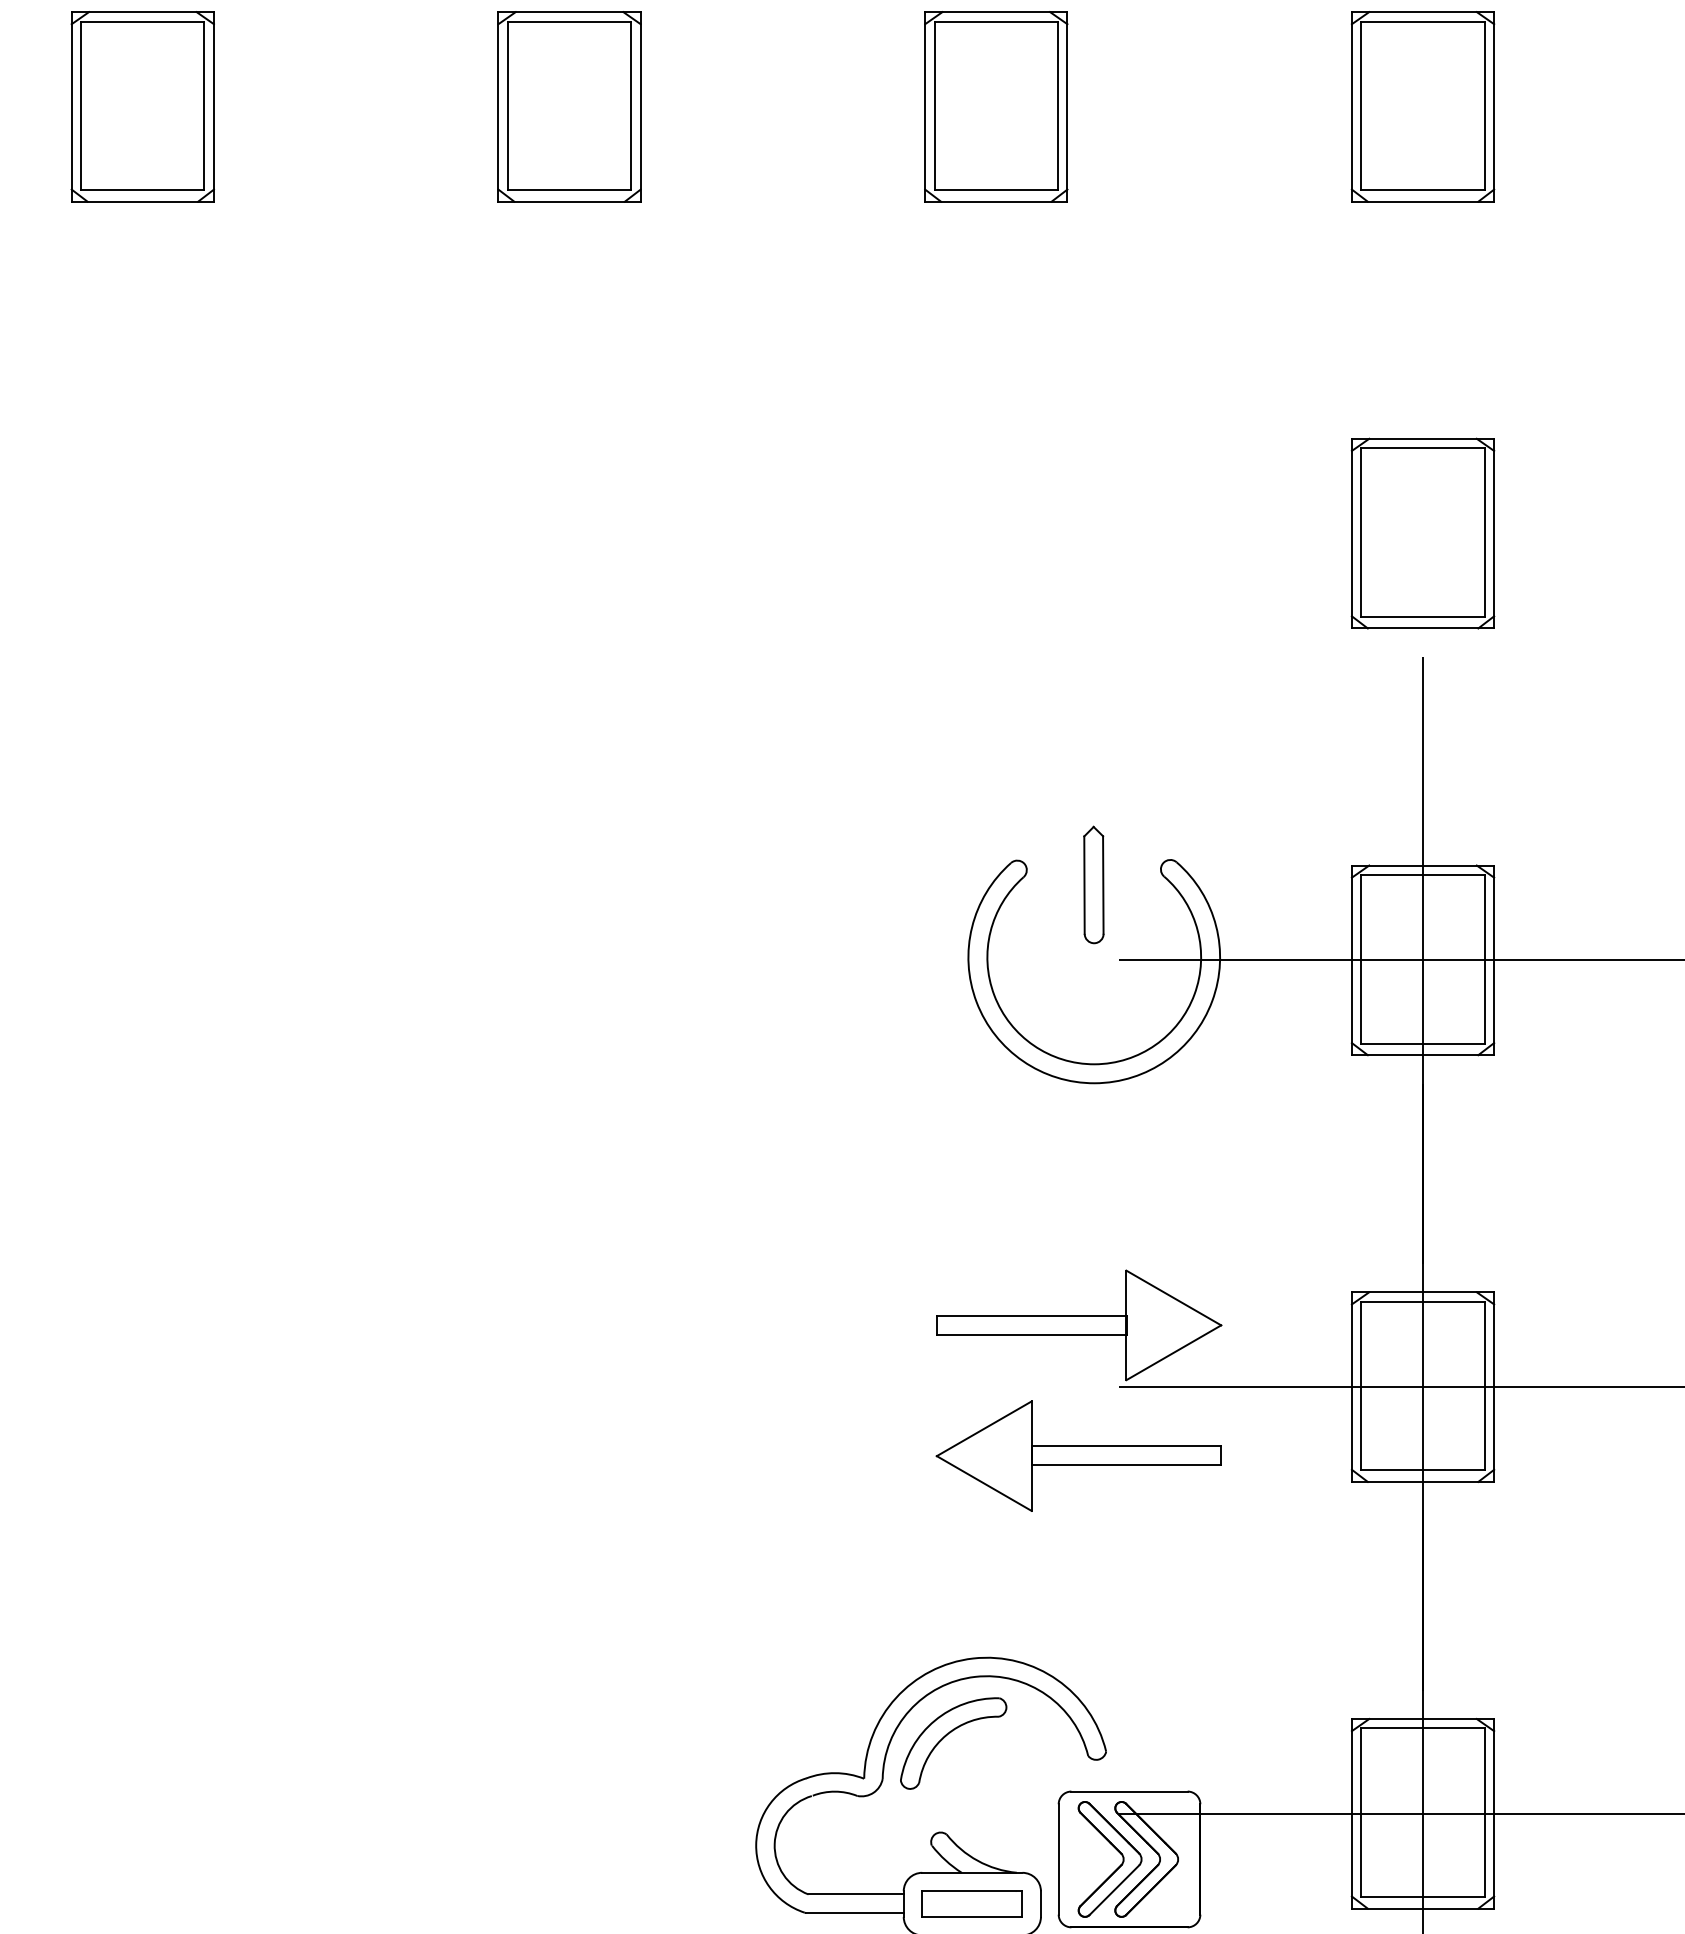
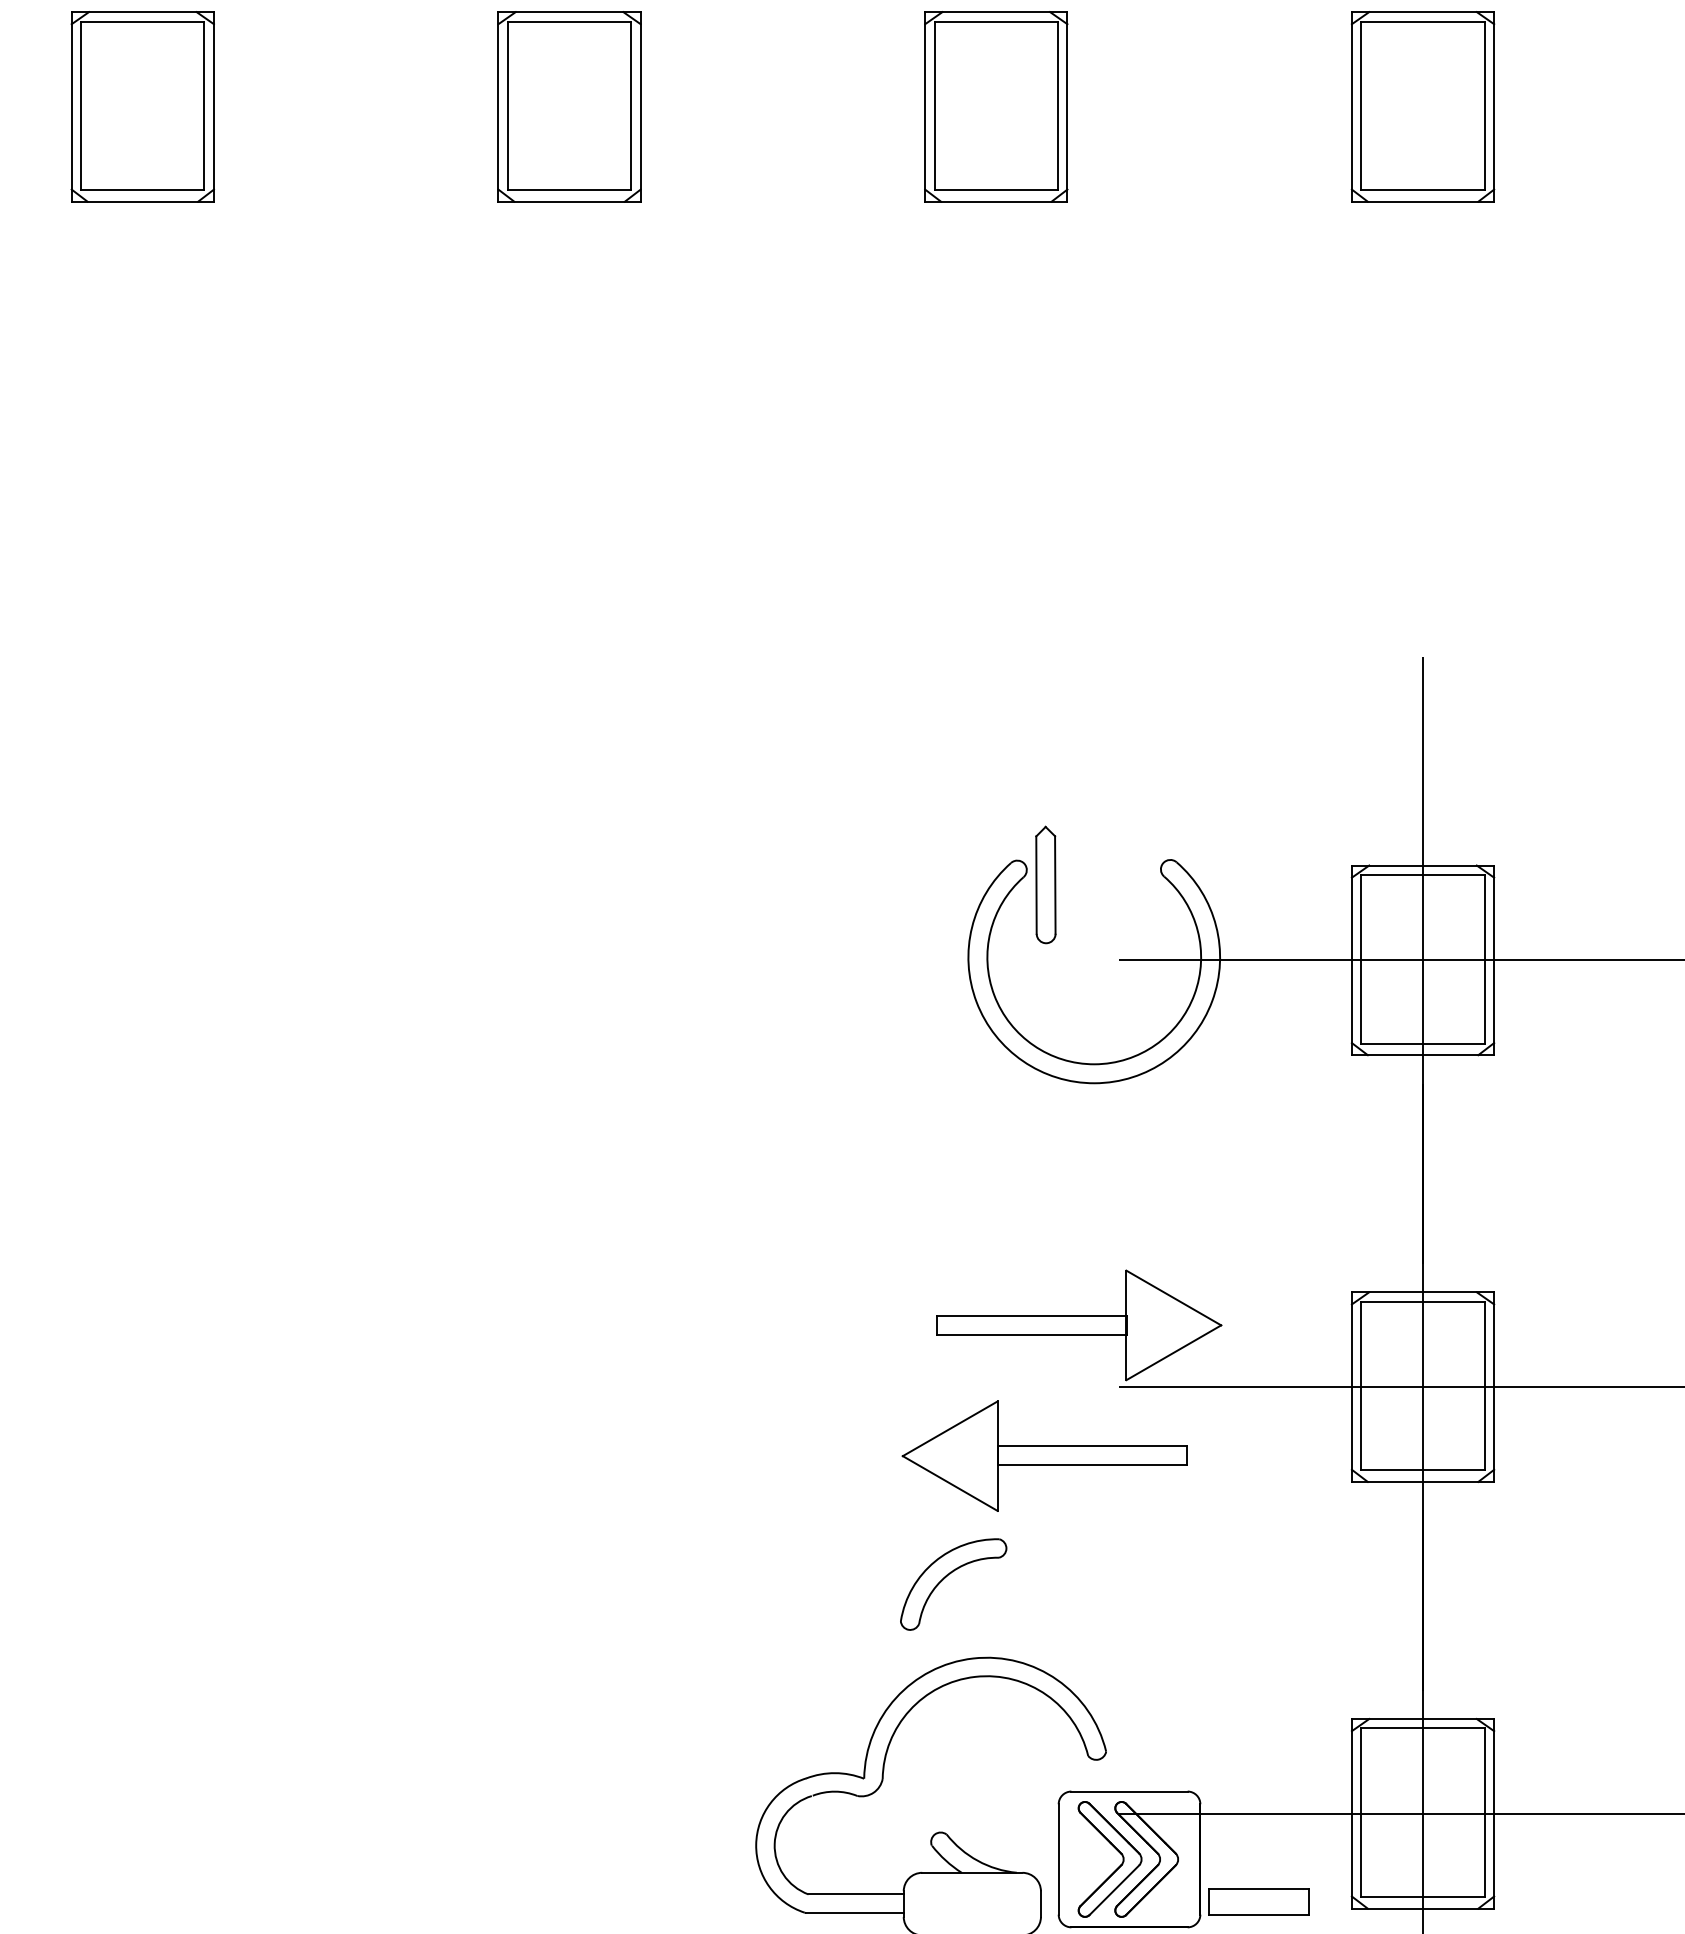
part at (1422, 533): present -> none
part at (1093, 884) position: (1093, 884) -> (1045, 884)
part at (1078, 1455) position: (1078, 1455) -> (1044, 1455)
part at (946, 1736) position: (946, 1736) -> (946, 1577)
part at (971, 1903) position: (971, 1903) -> (1258, 1901)
